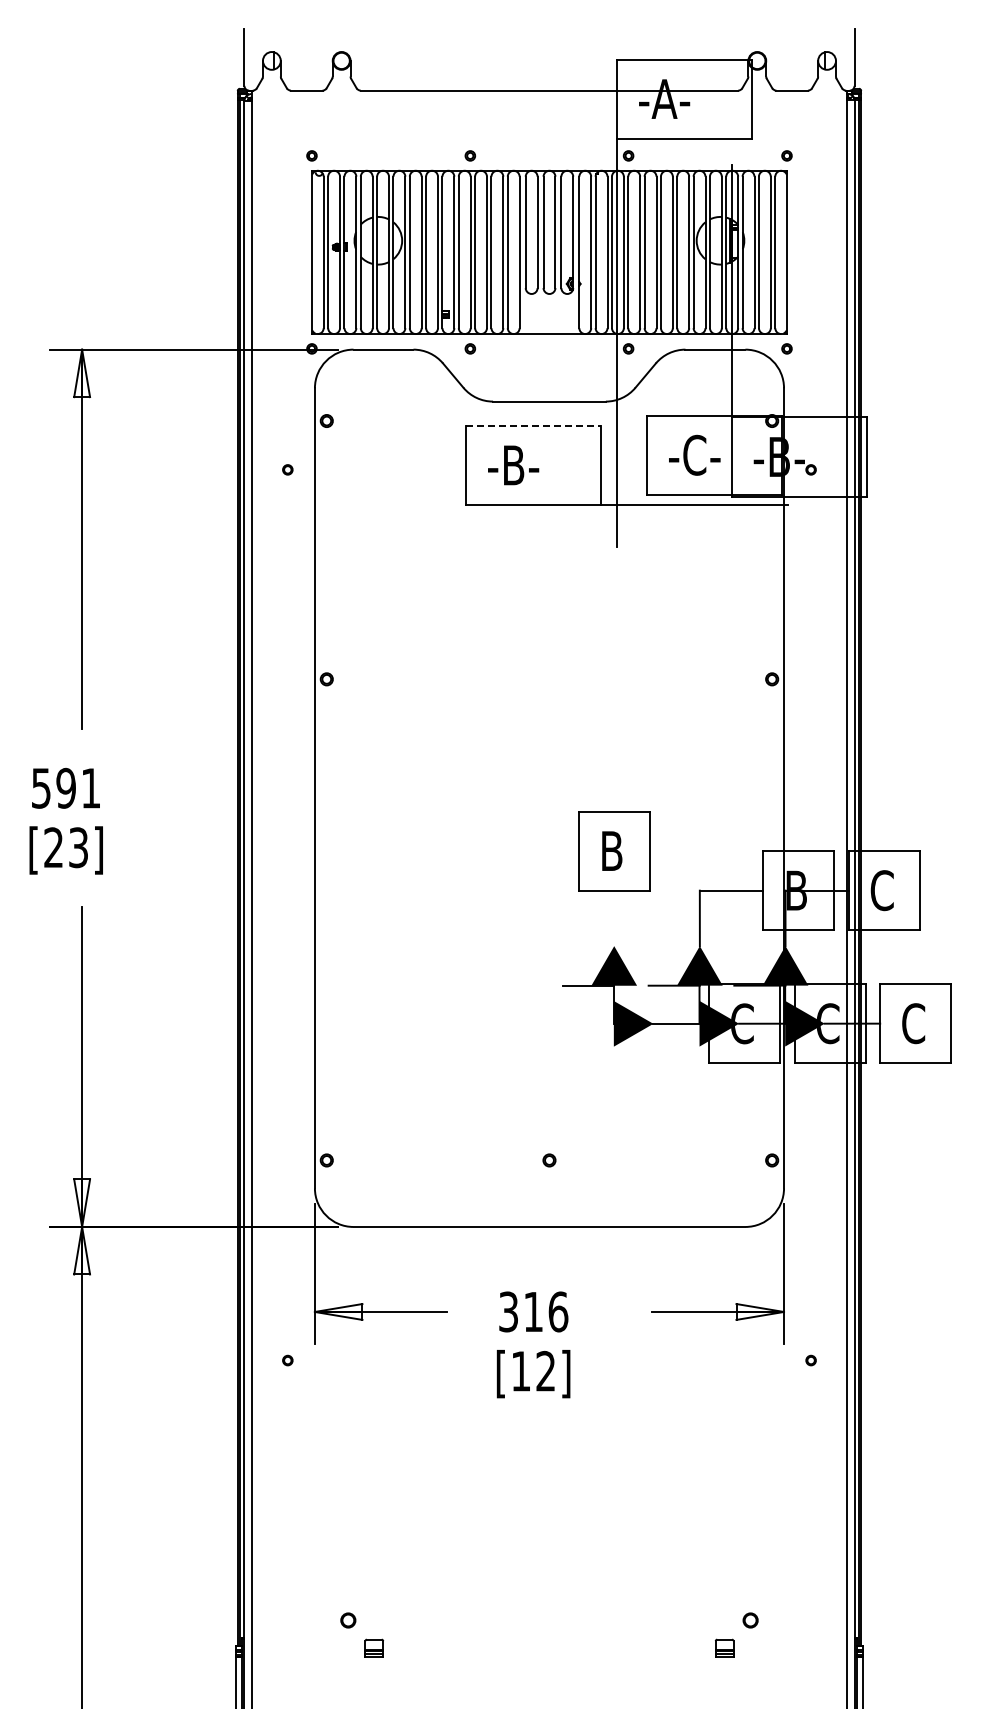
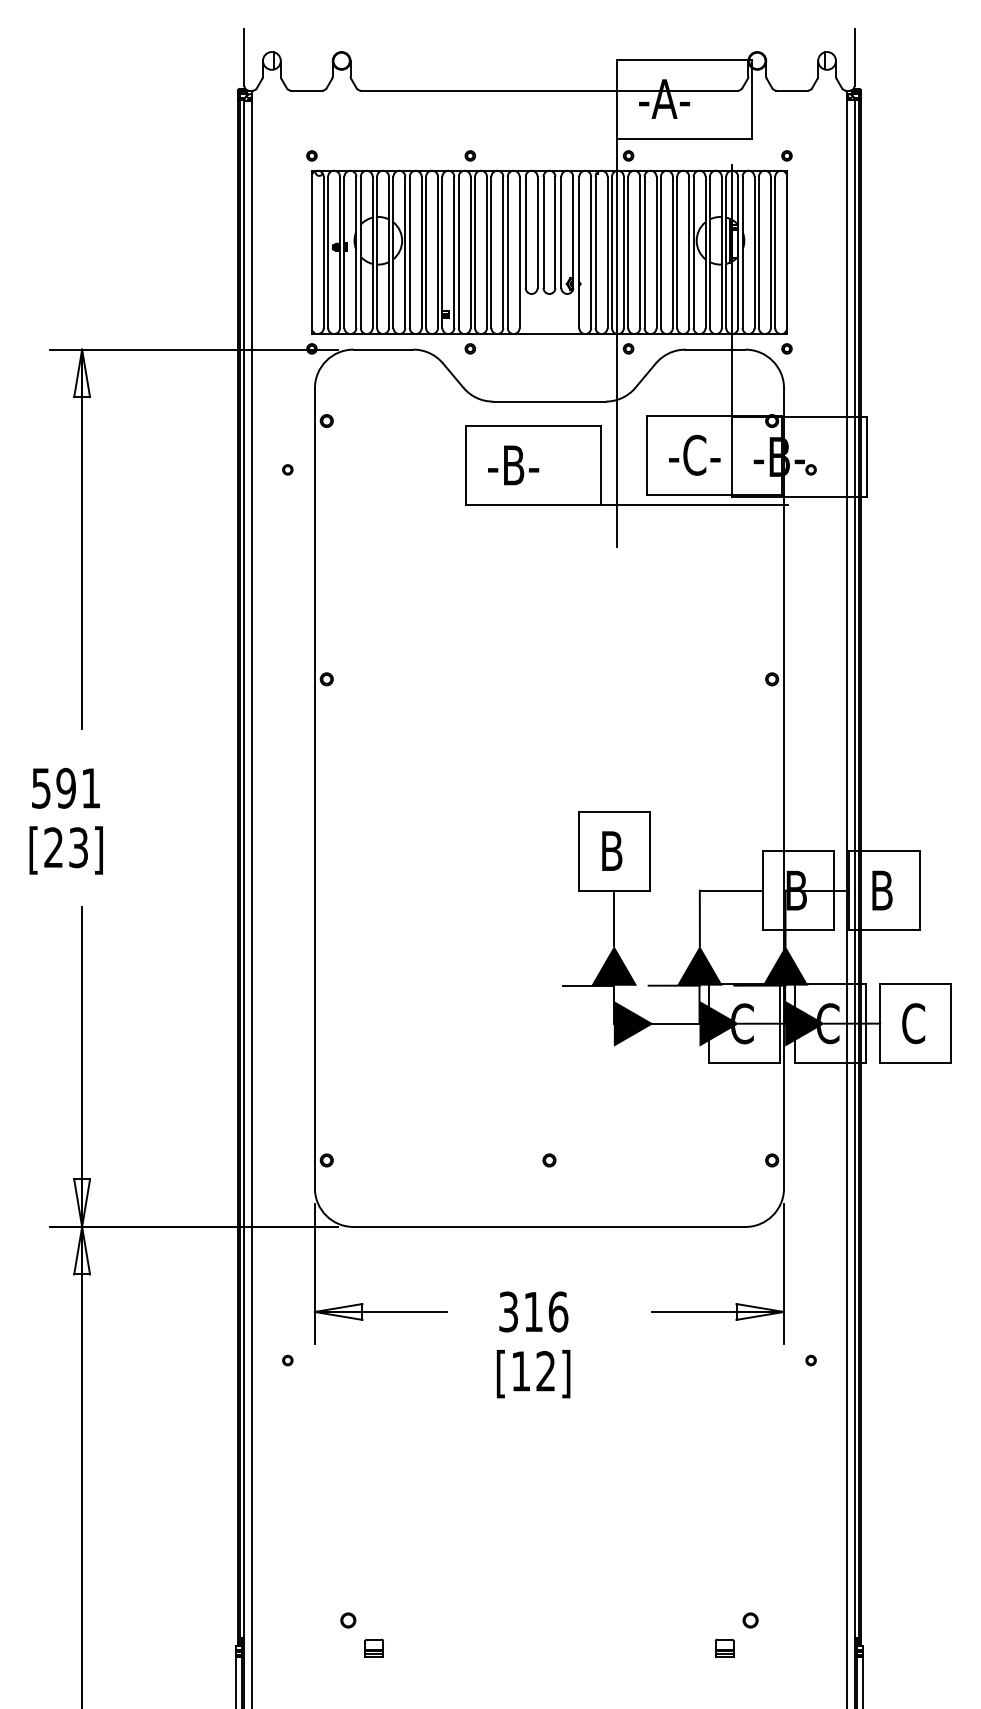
line at (534, 425): dashed -> solid
text at (881, 890): C -> B
line at (614, 918): none -> present
